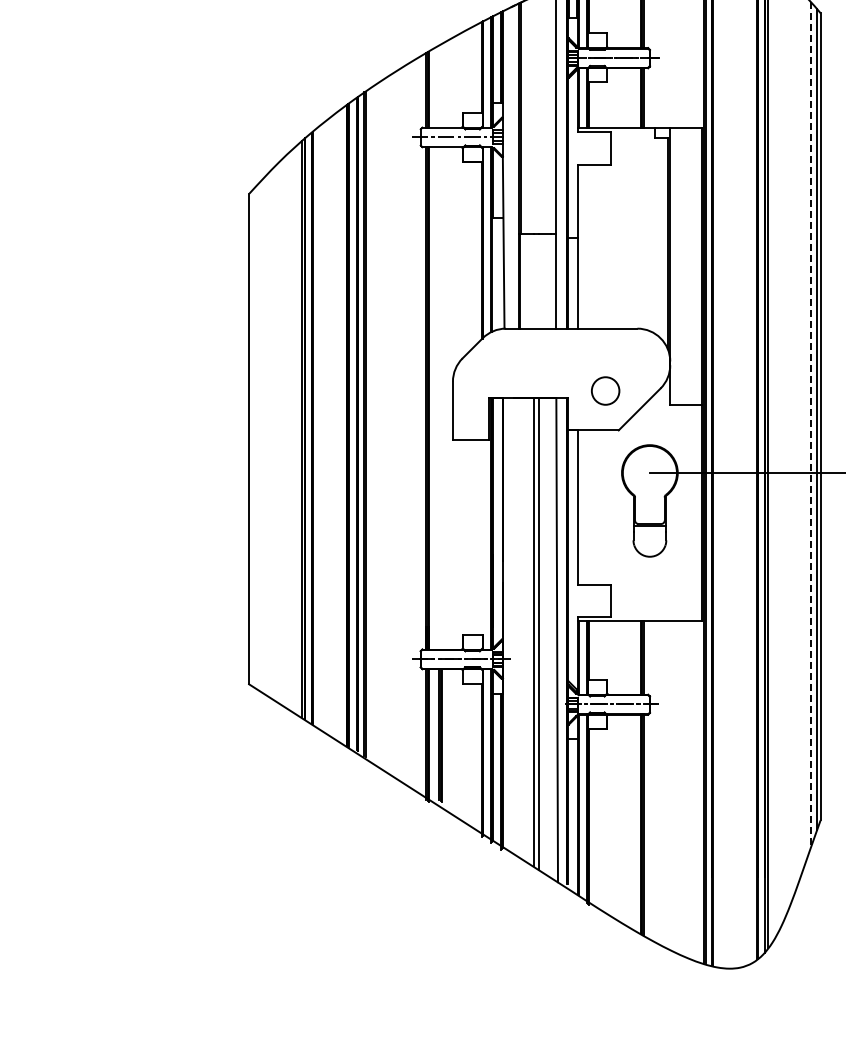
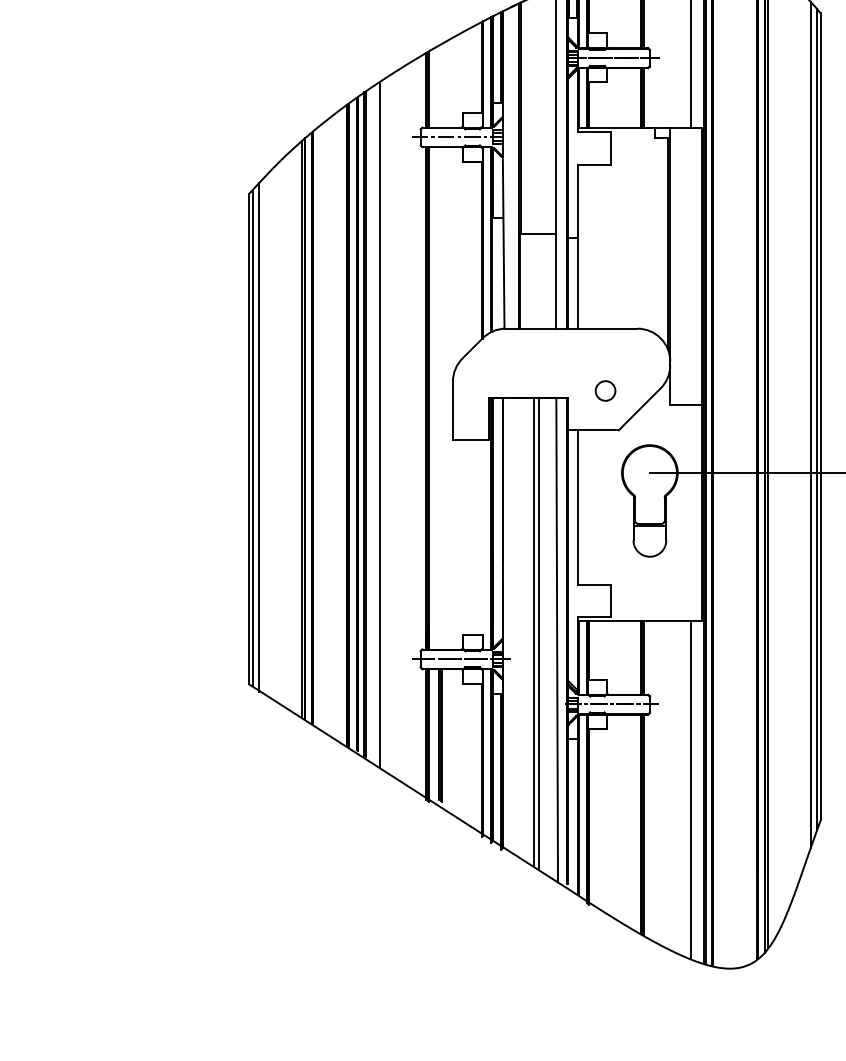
line at (690, 65): none -> present
circle at (605, 390) size: 30x30 px -> 23x22 px
line at (379, 424): none -> present
line at (810, 425): dashed -> solid
line at (259, 437): none -> present
line at (252, 438): none -> present
line at (690, 788): none -> present
